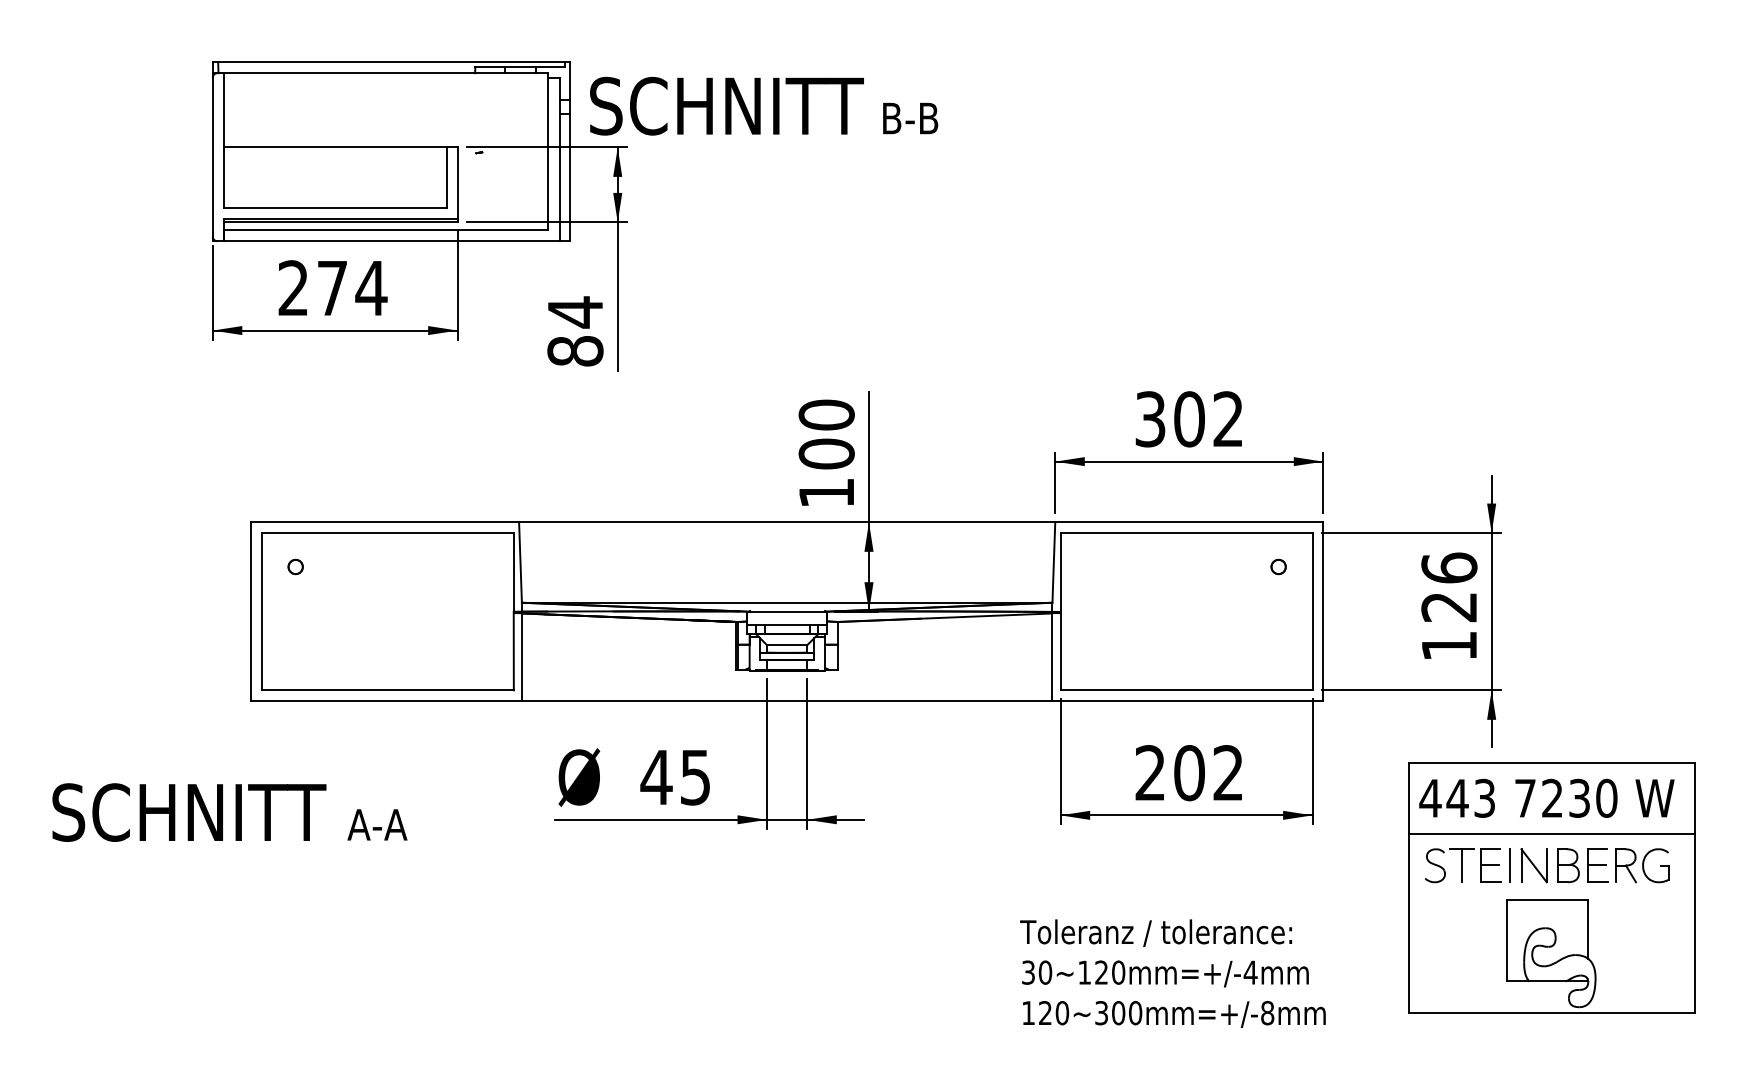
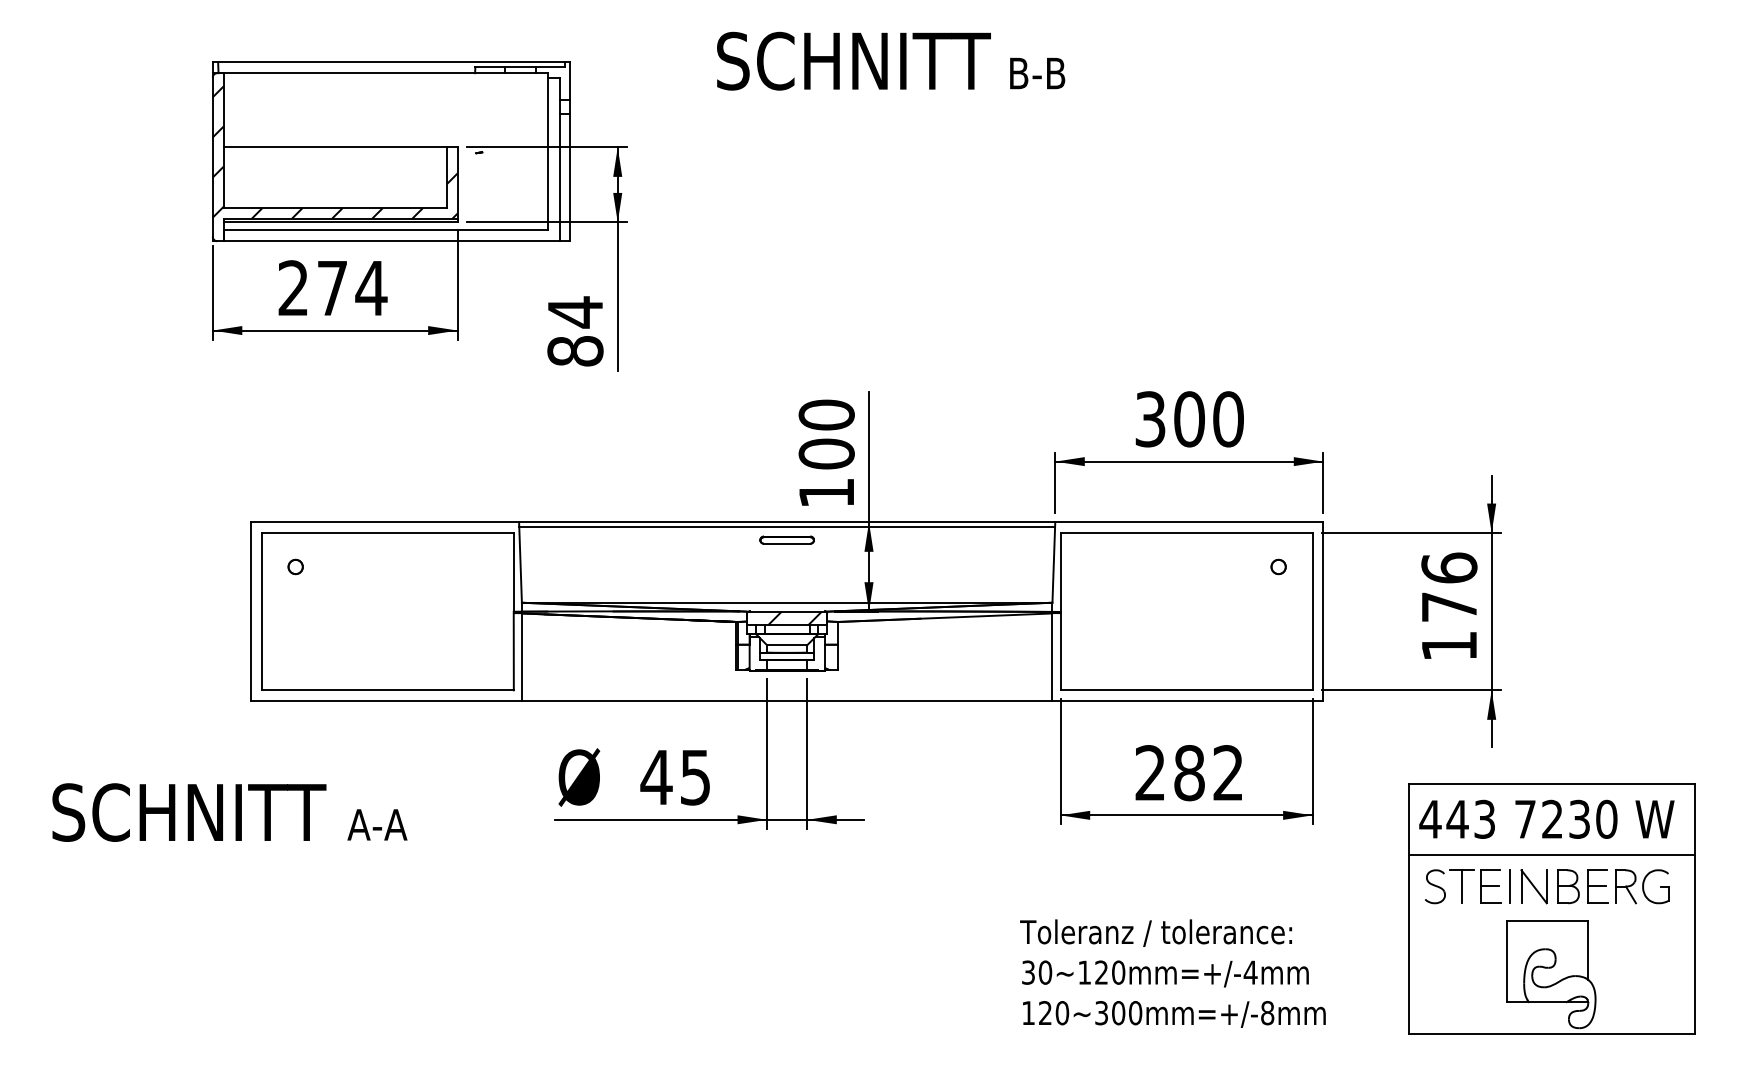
text at (764, 105) position: (764, 105) -> (891, 60)
hatch at (334, 152): none -> present
text at (1228, 419): 302 -> 300
line at (787, 526): none -> present
part at (786, 539): none -> present
text at (1448, 607): 126 -> 176
hatch at (794, 618): none -> present
text at (1189, 773): 202 -> 282
part at (1551, 887) position: (1551, 887) -> (1551, 908)
